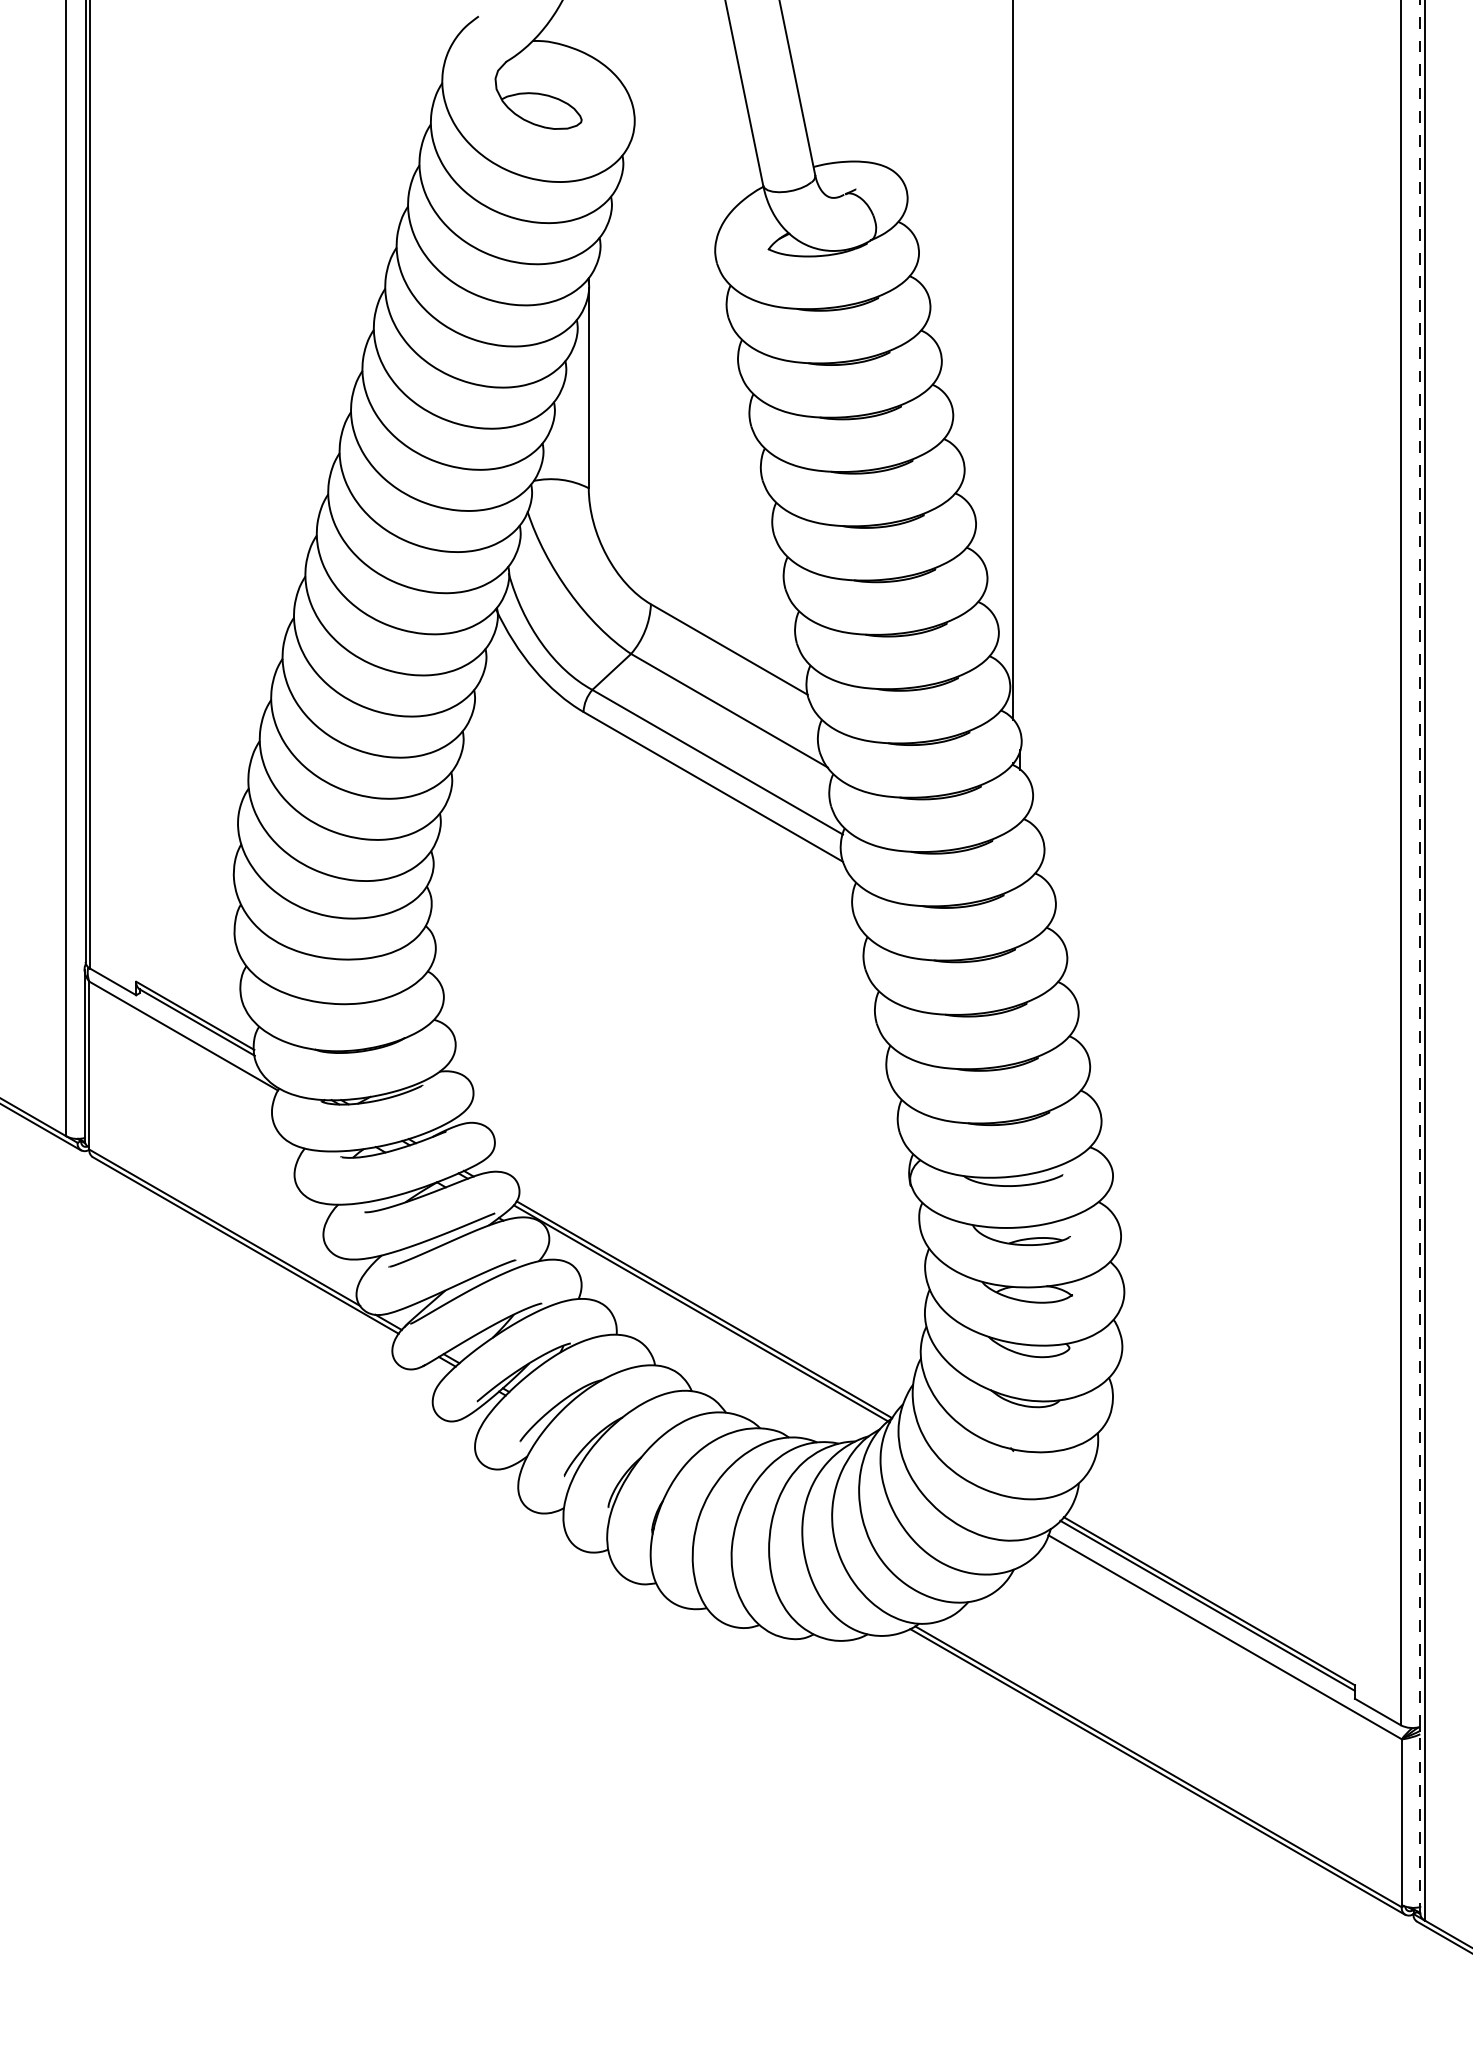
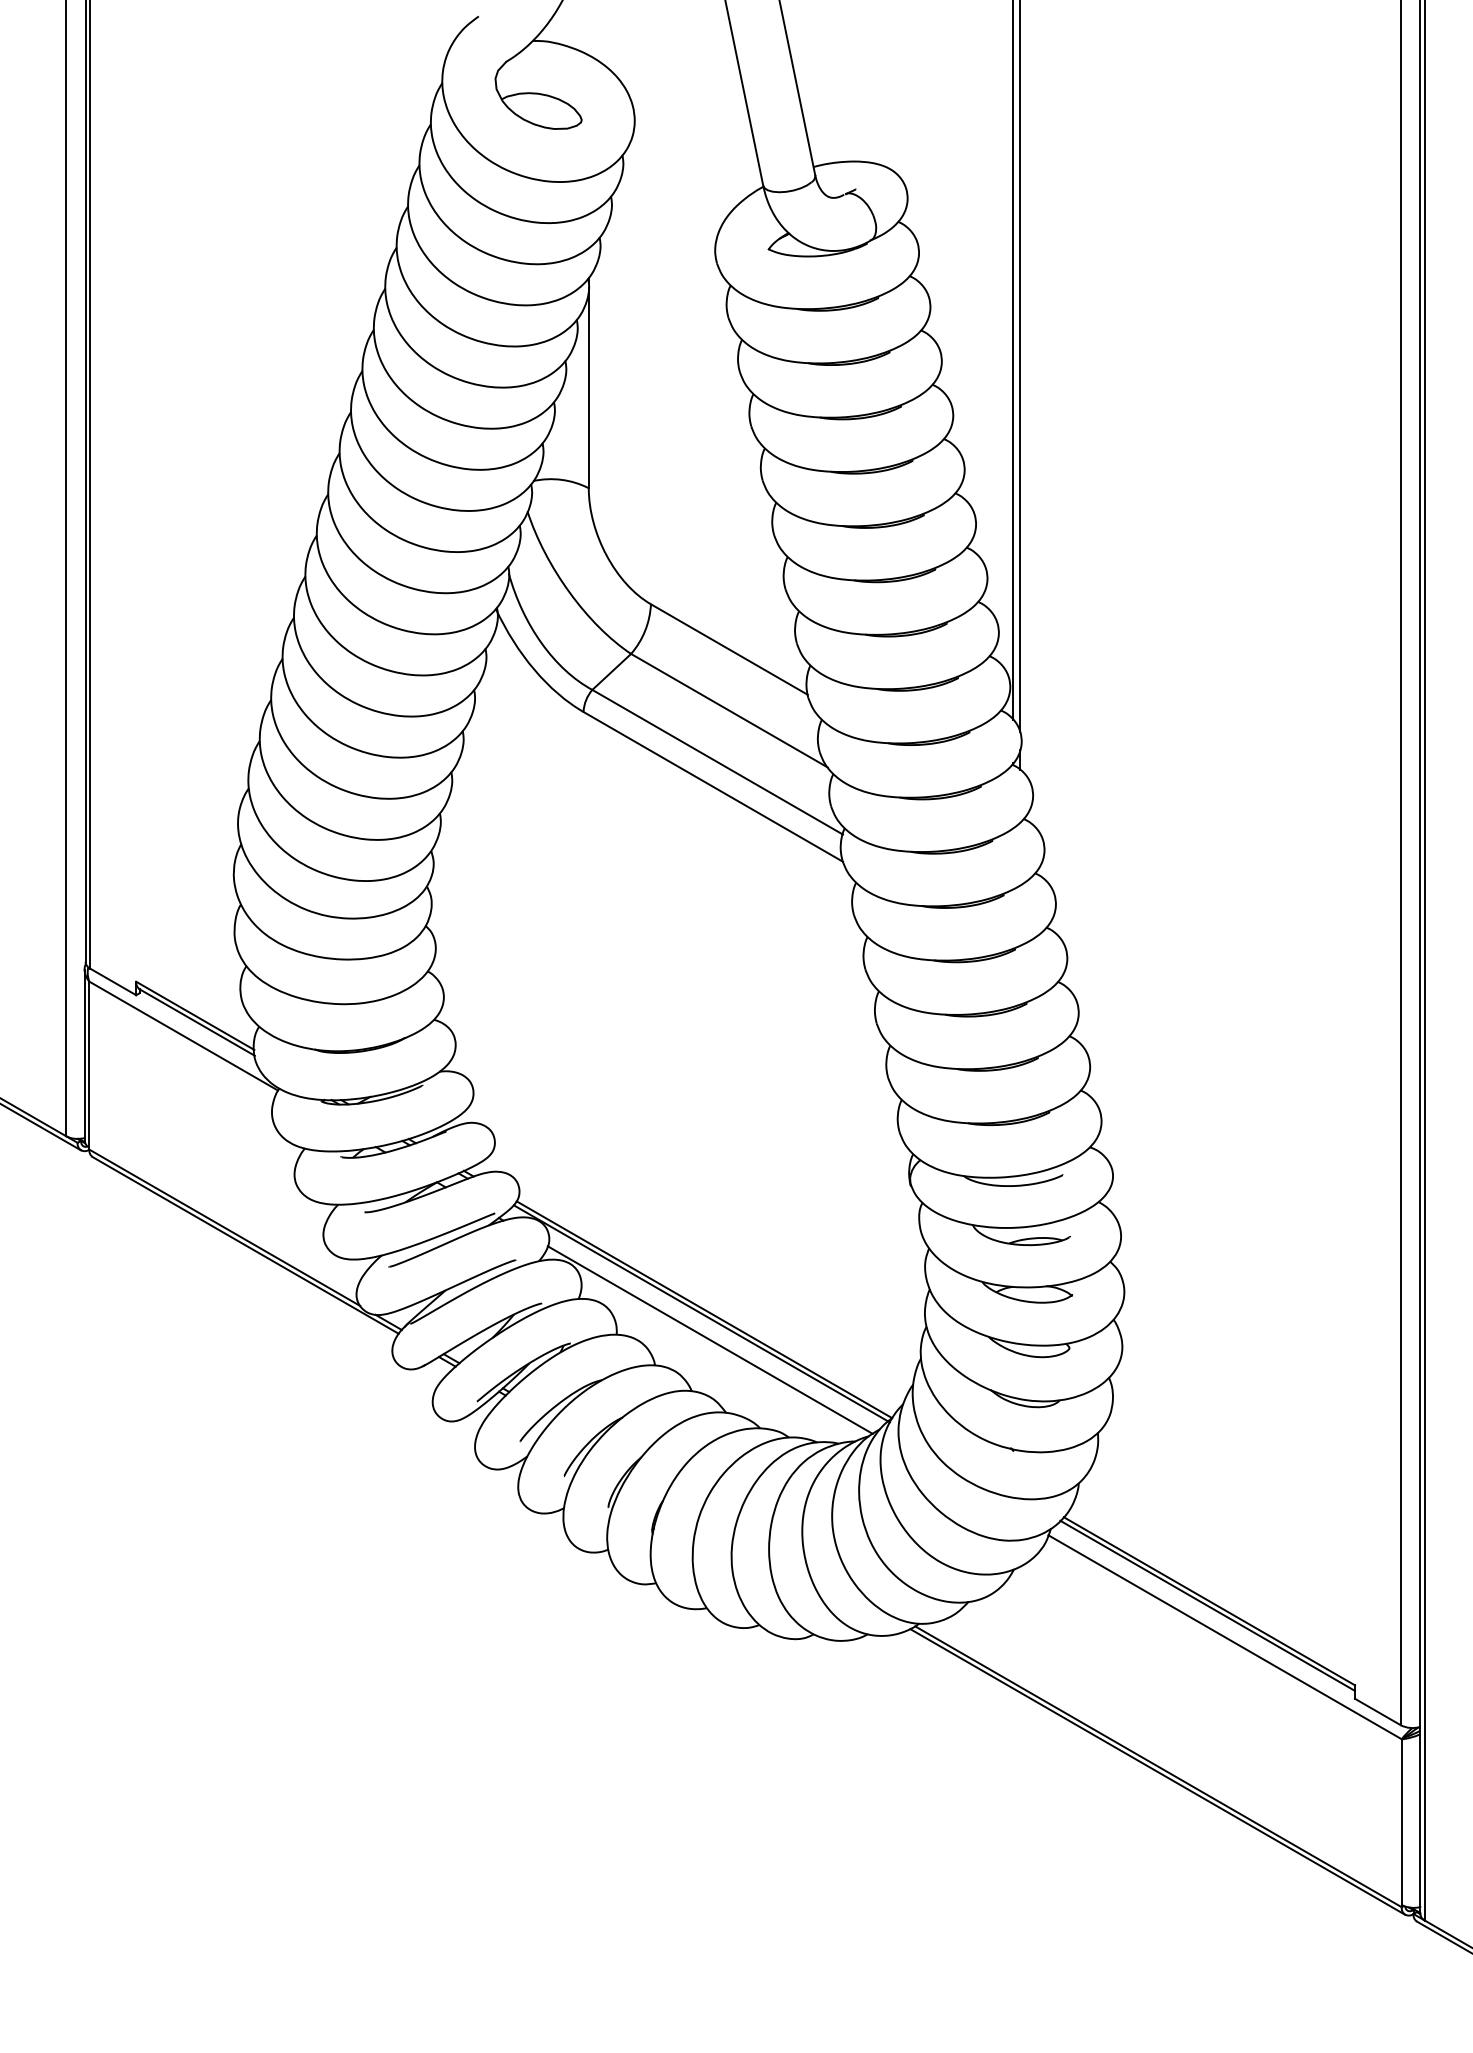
line at (1020, 367): none -> present
line at (1420, 957): dashed -> solid
line at (709, 1339): none -> present
